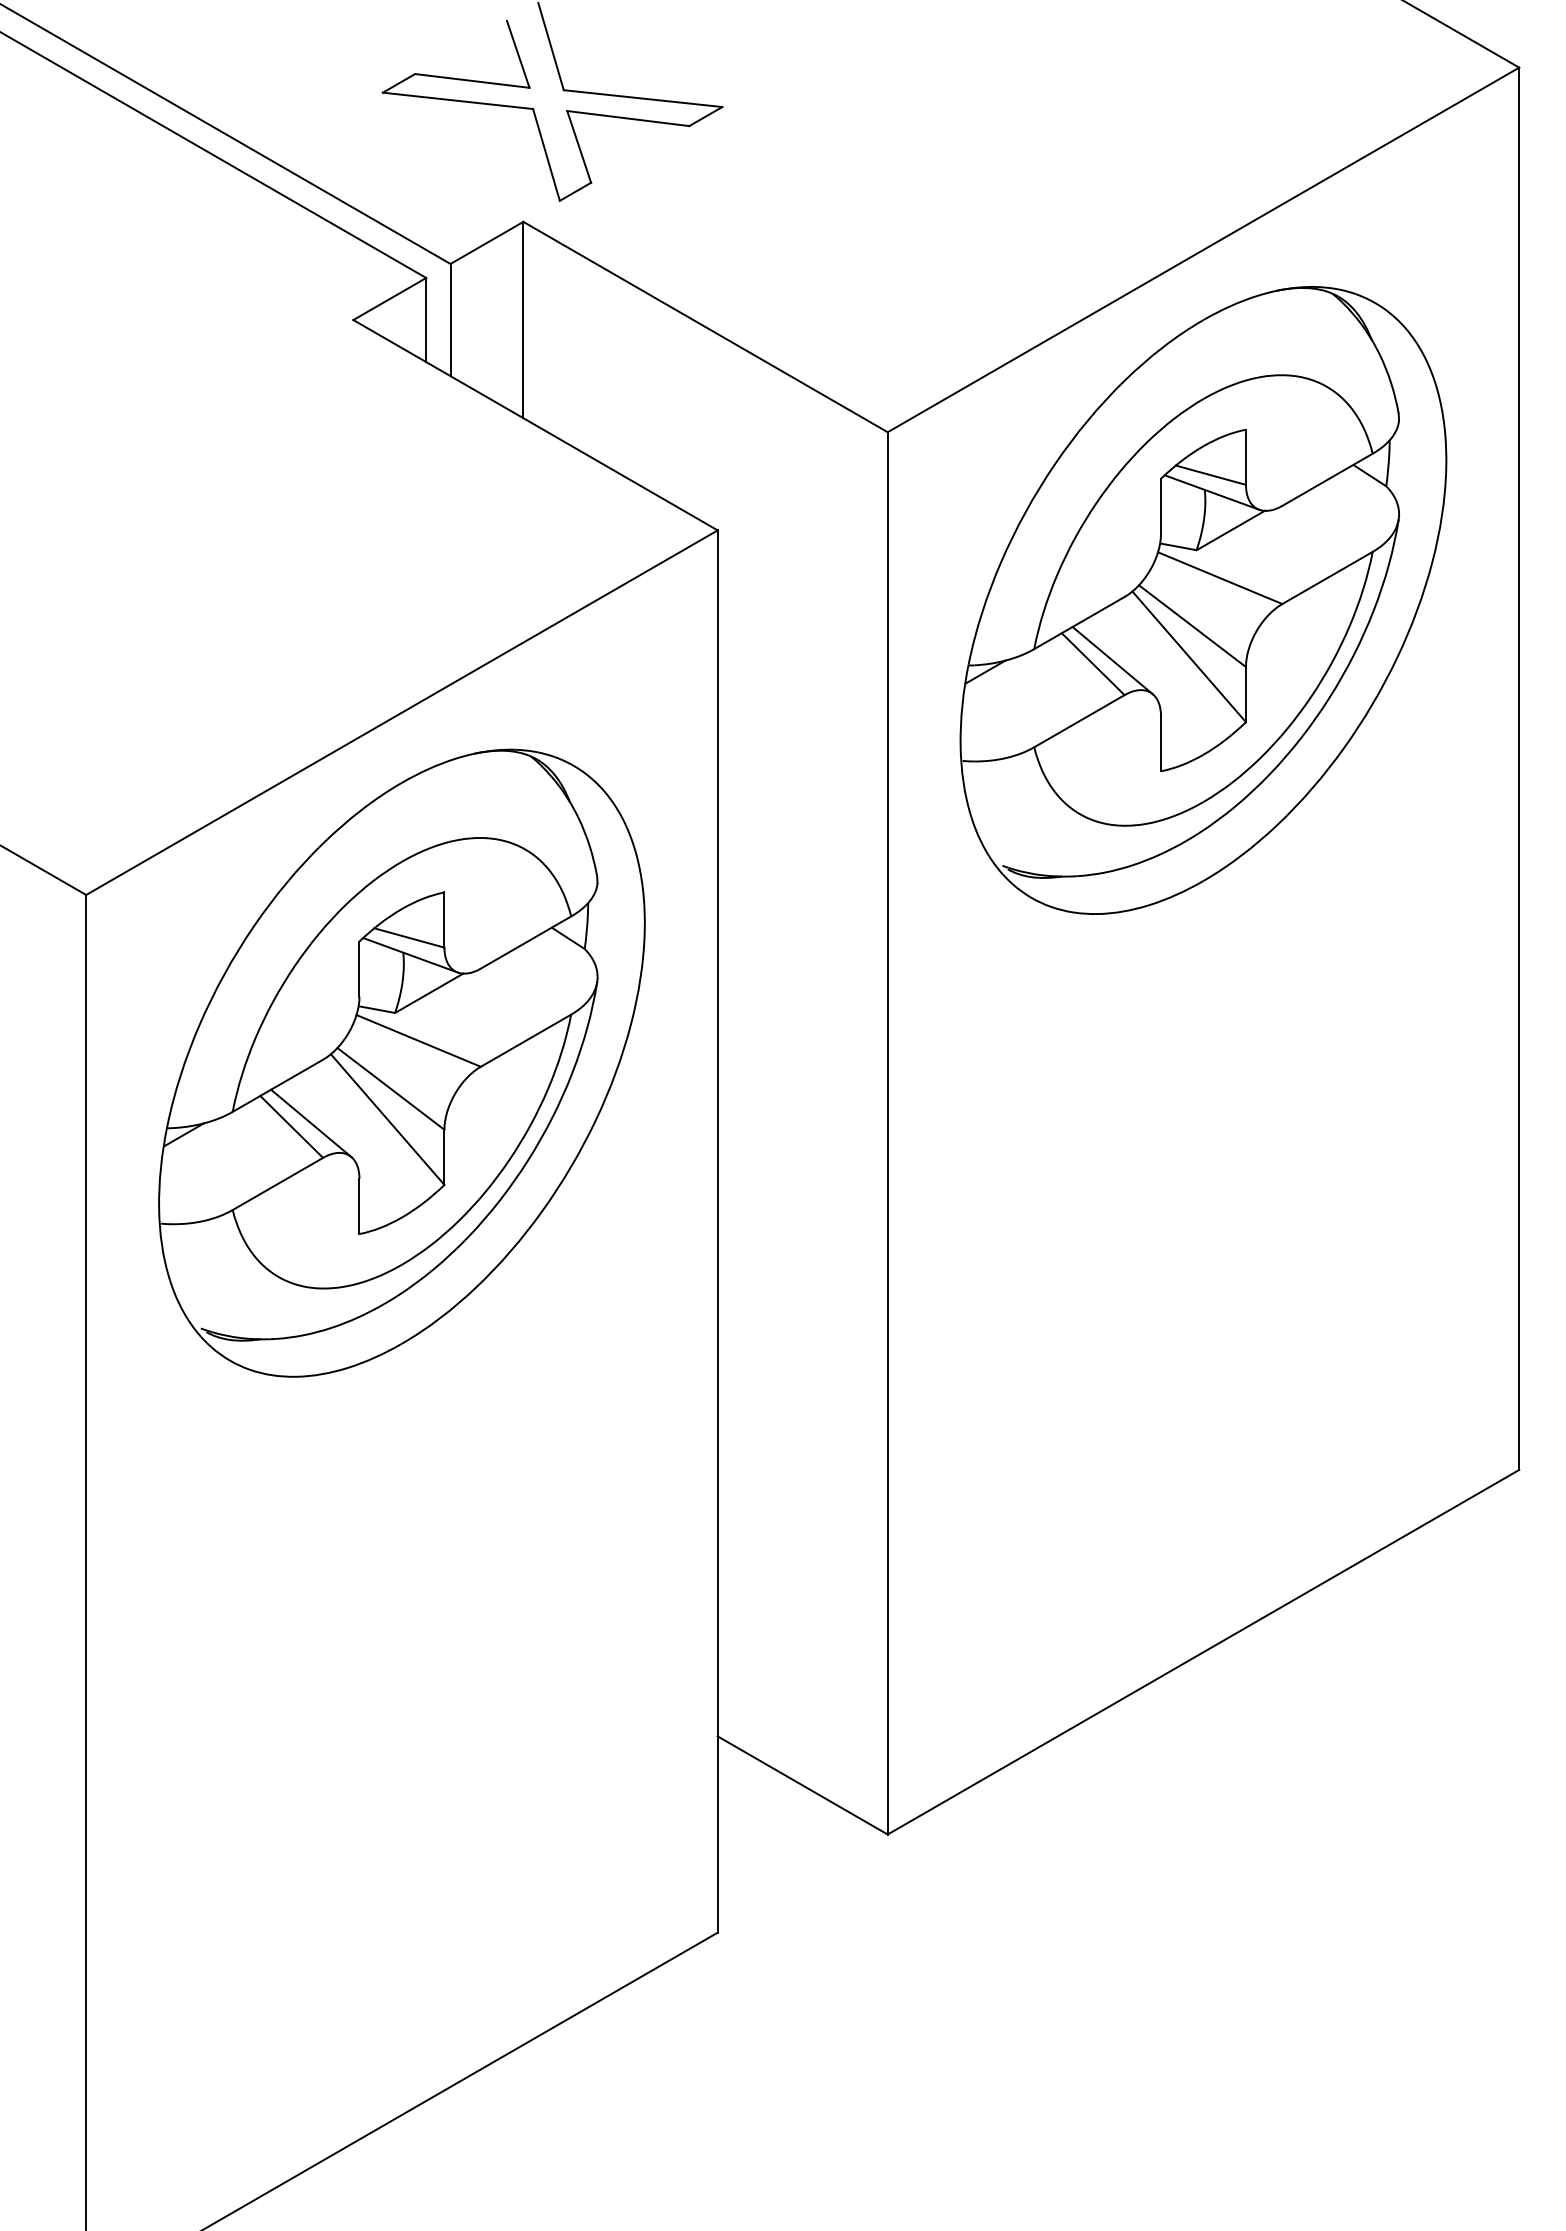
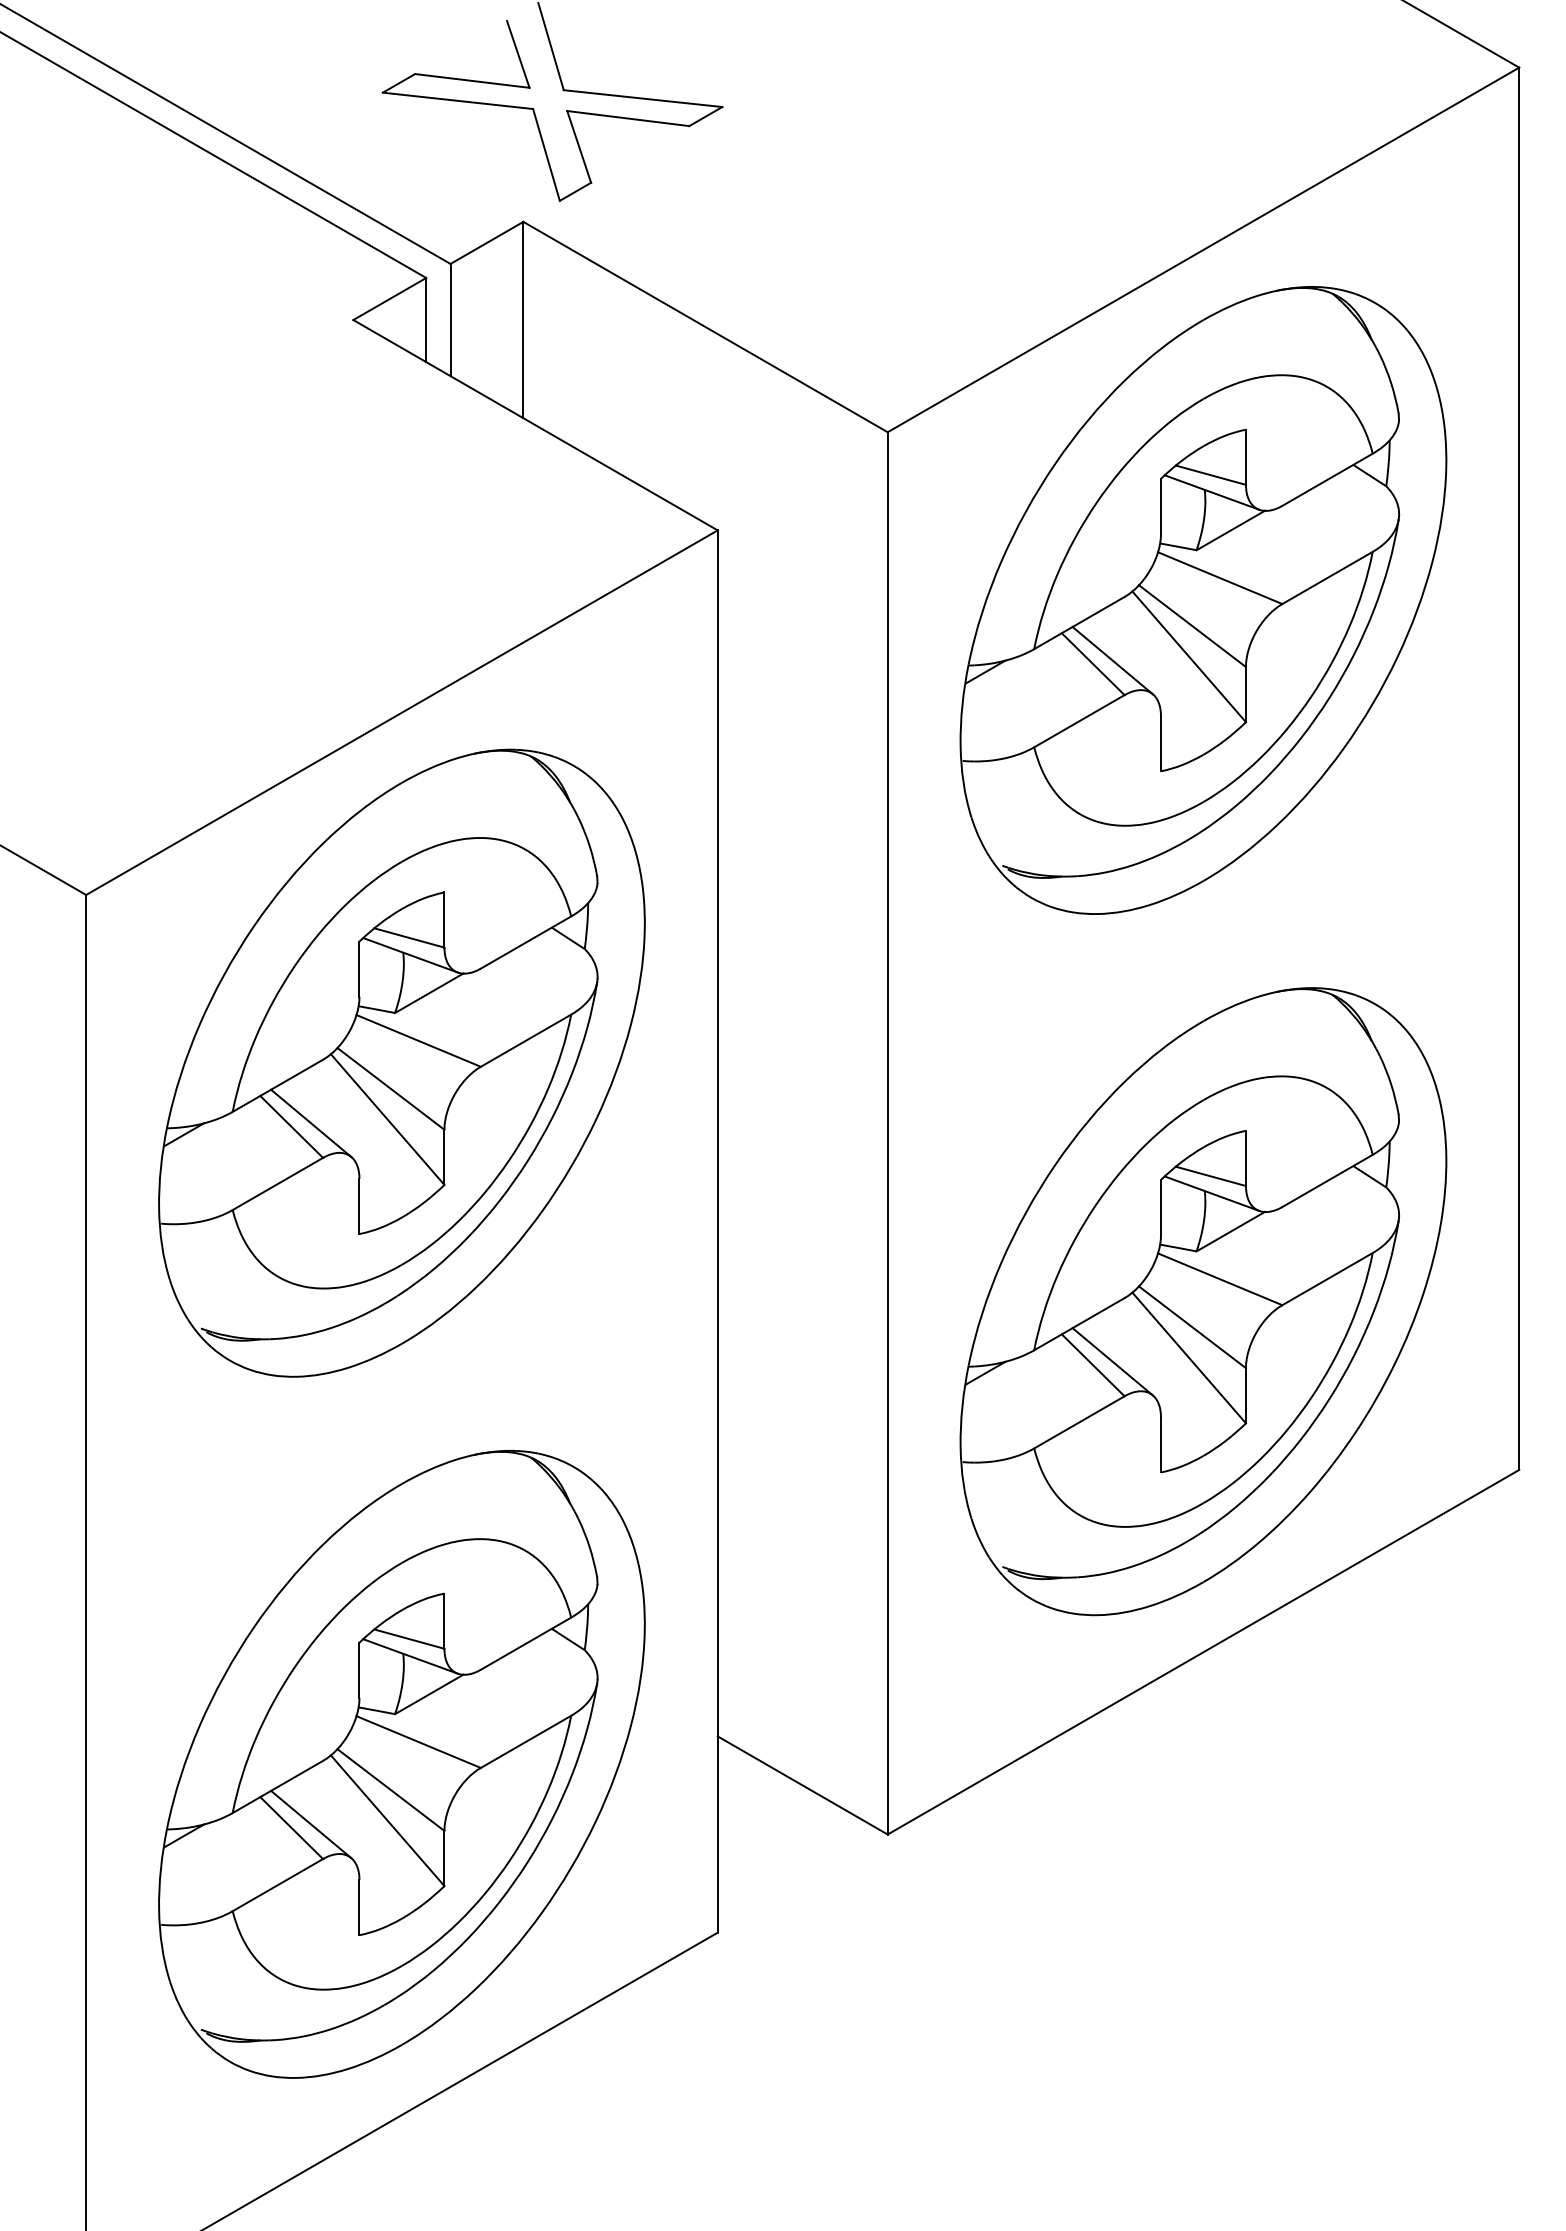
part at (1203, 1301): none -> present
part at (401, 1763): none -> present
